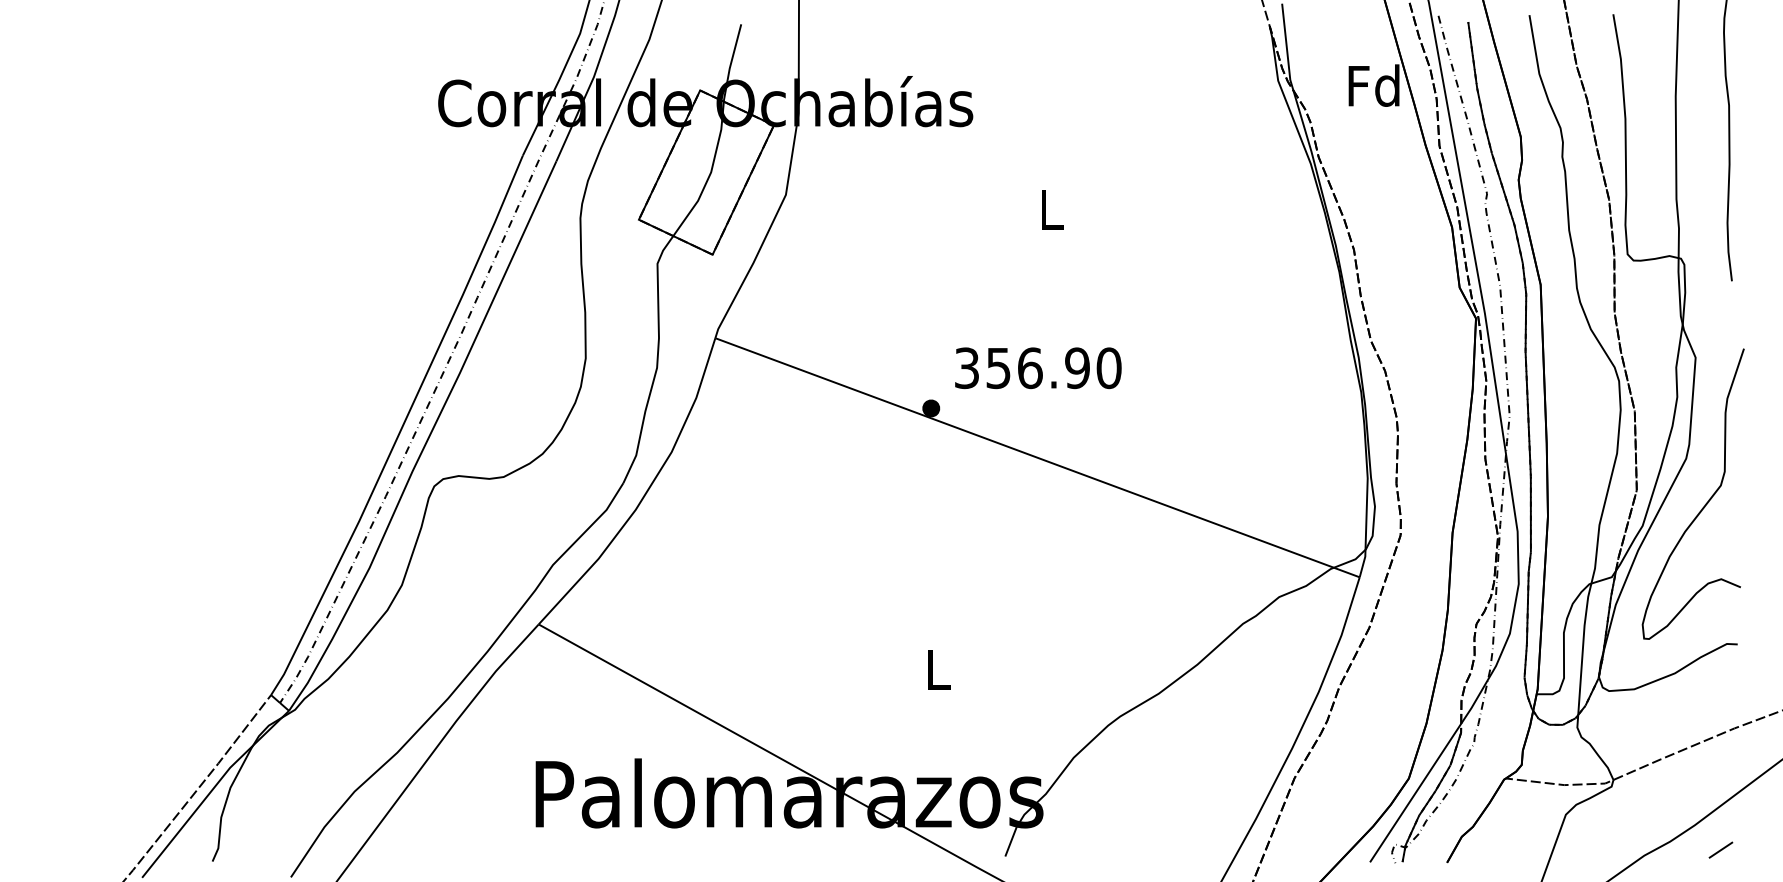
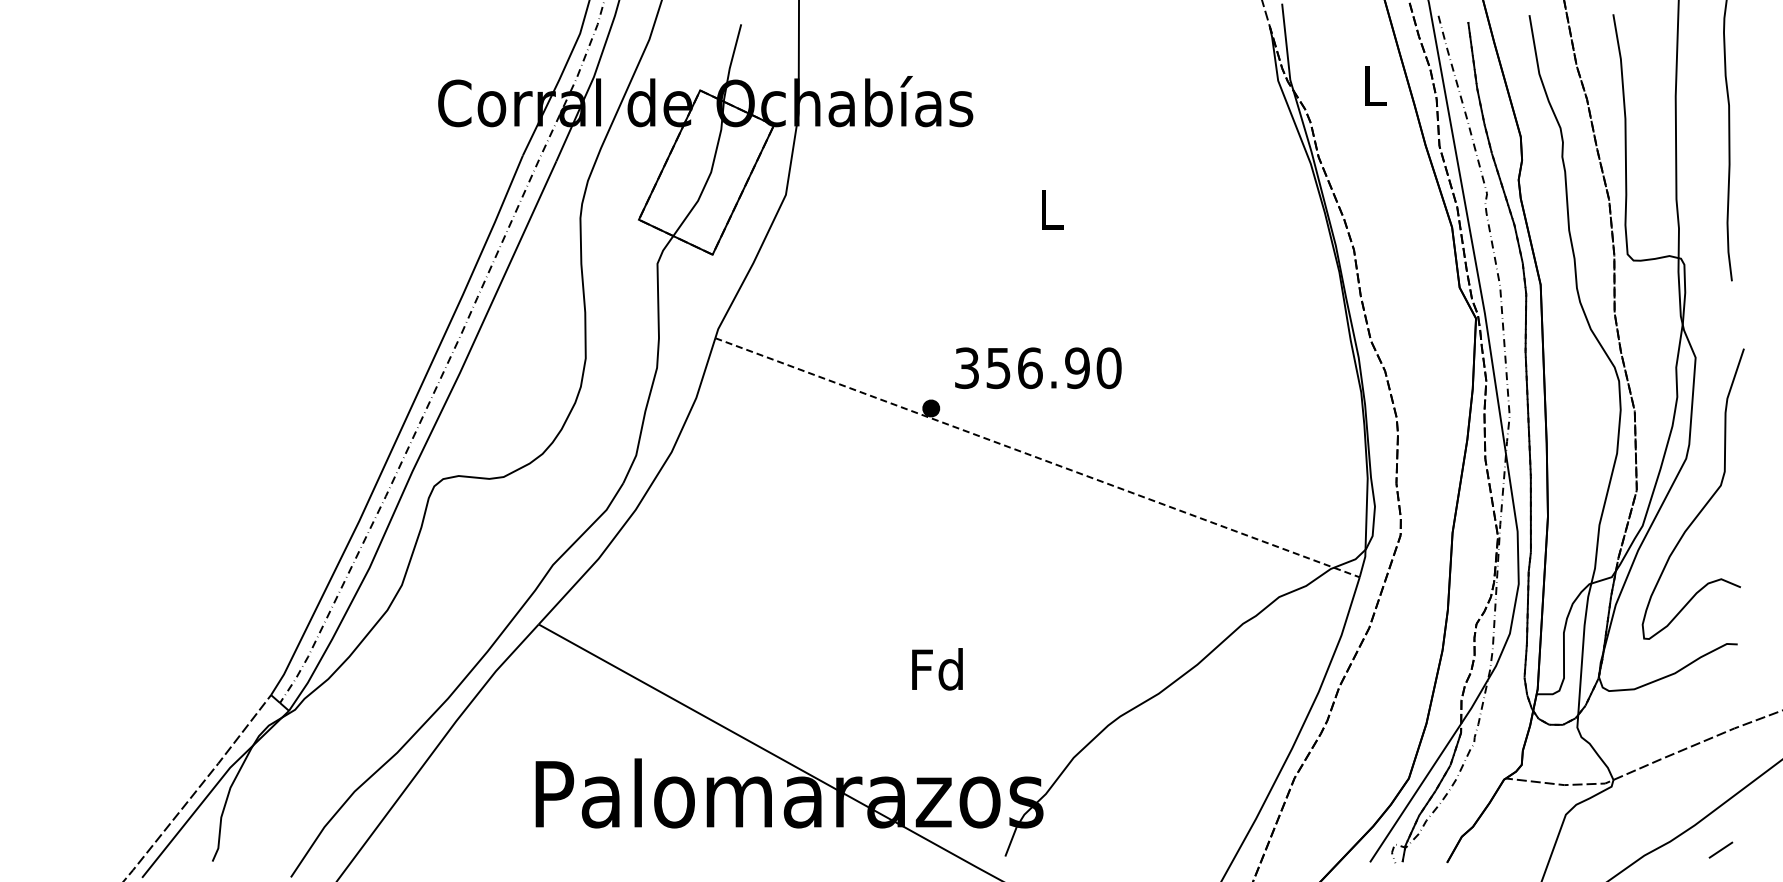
text at (1373, 85): Fd -> L
line at (1037, 457): solid -> dashed
text at (937, 669): L -> Fd
